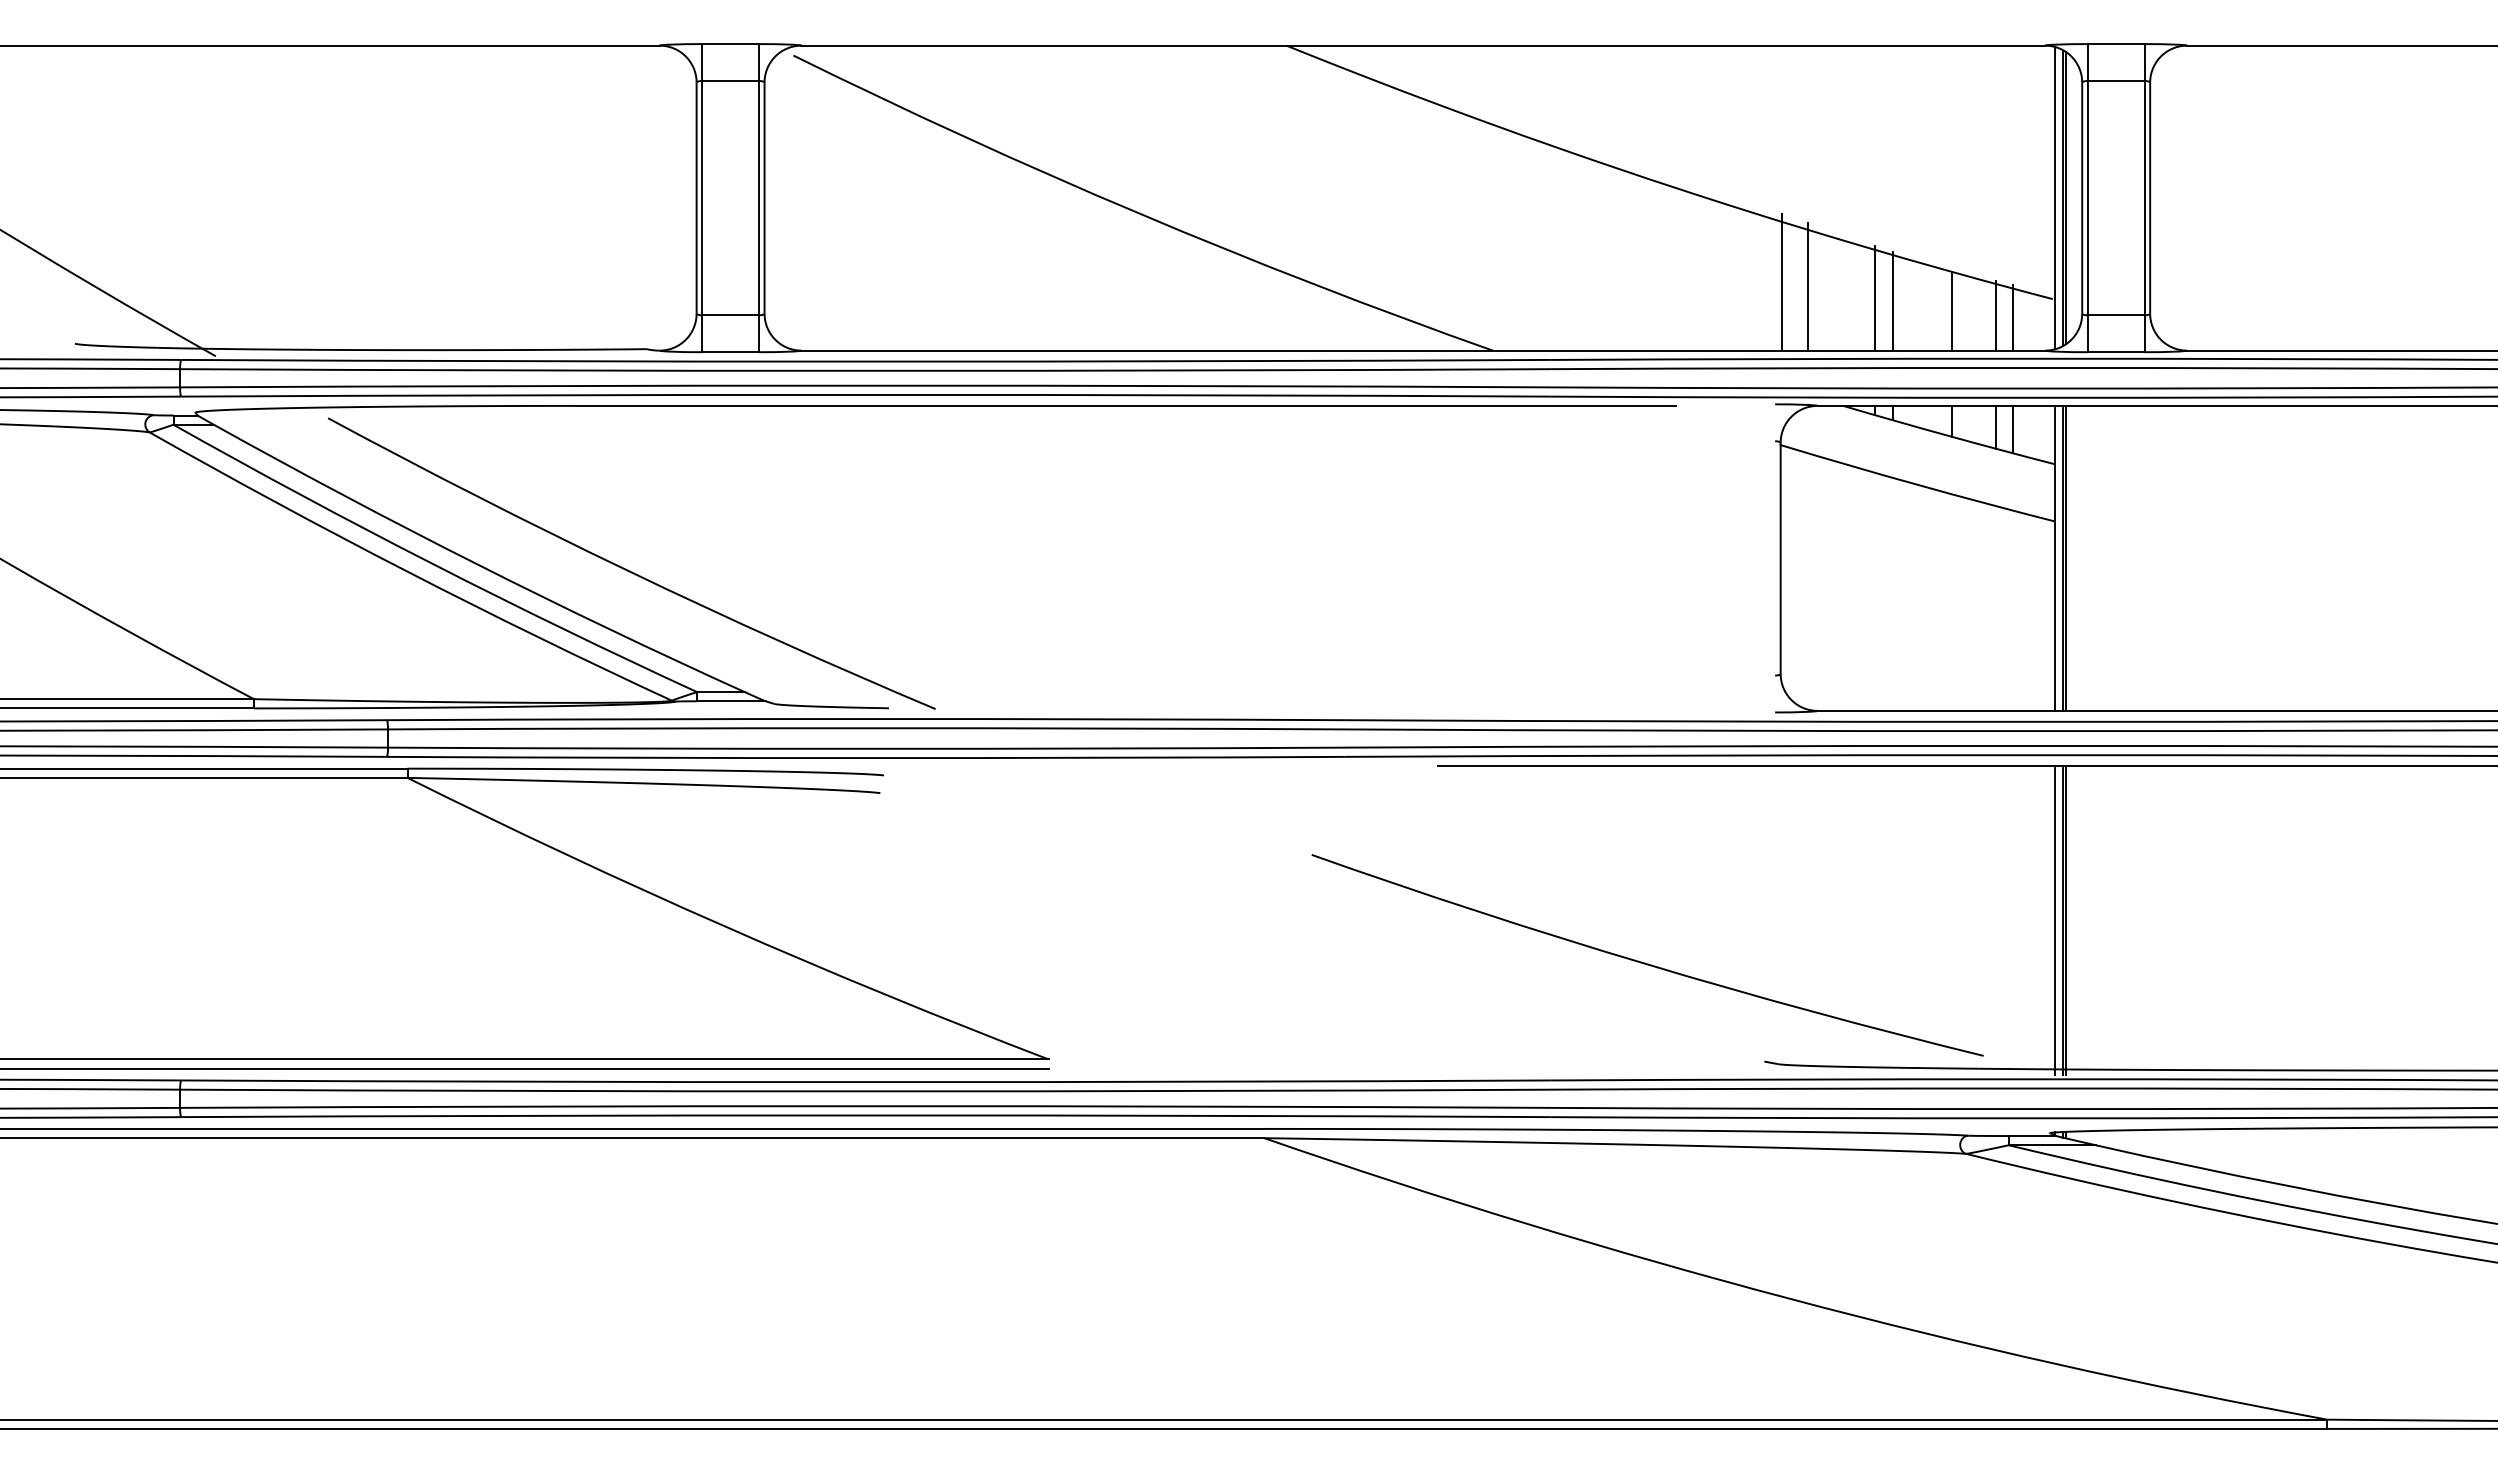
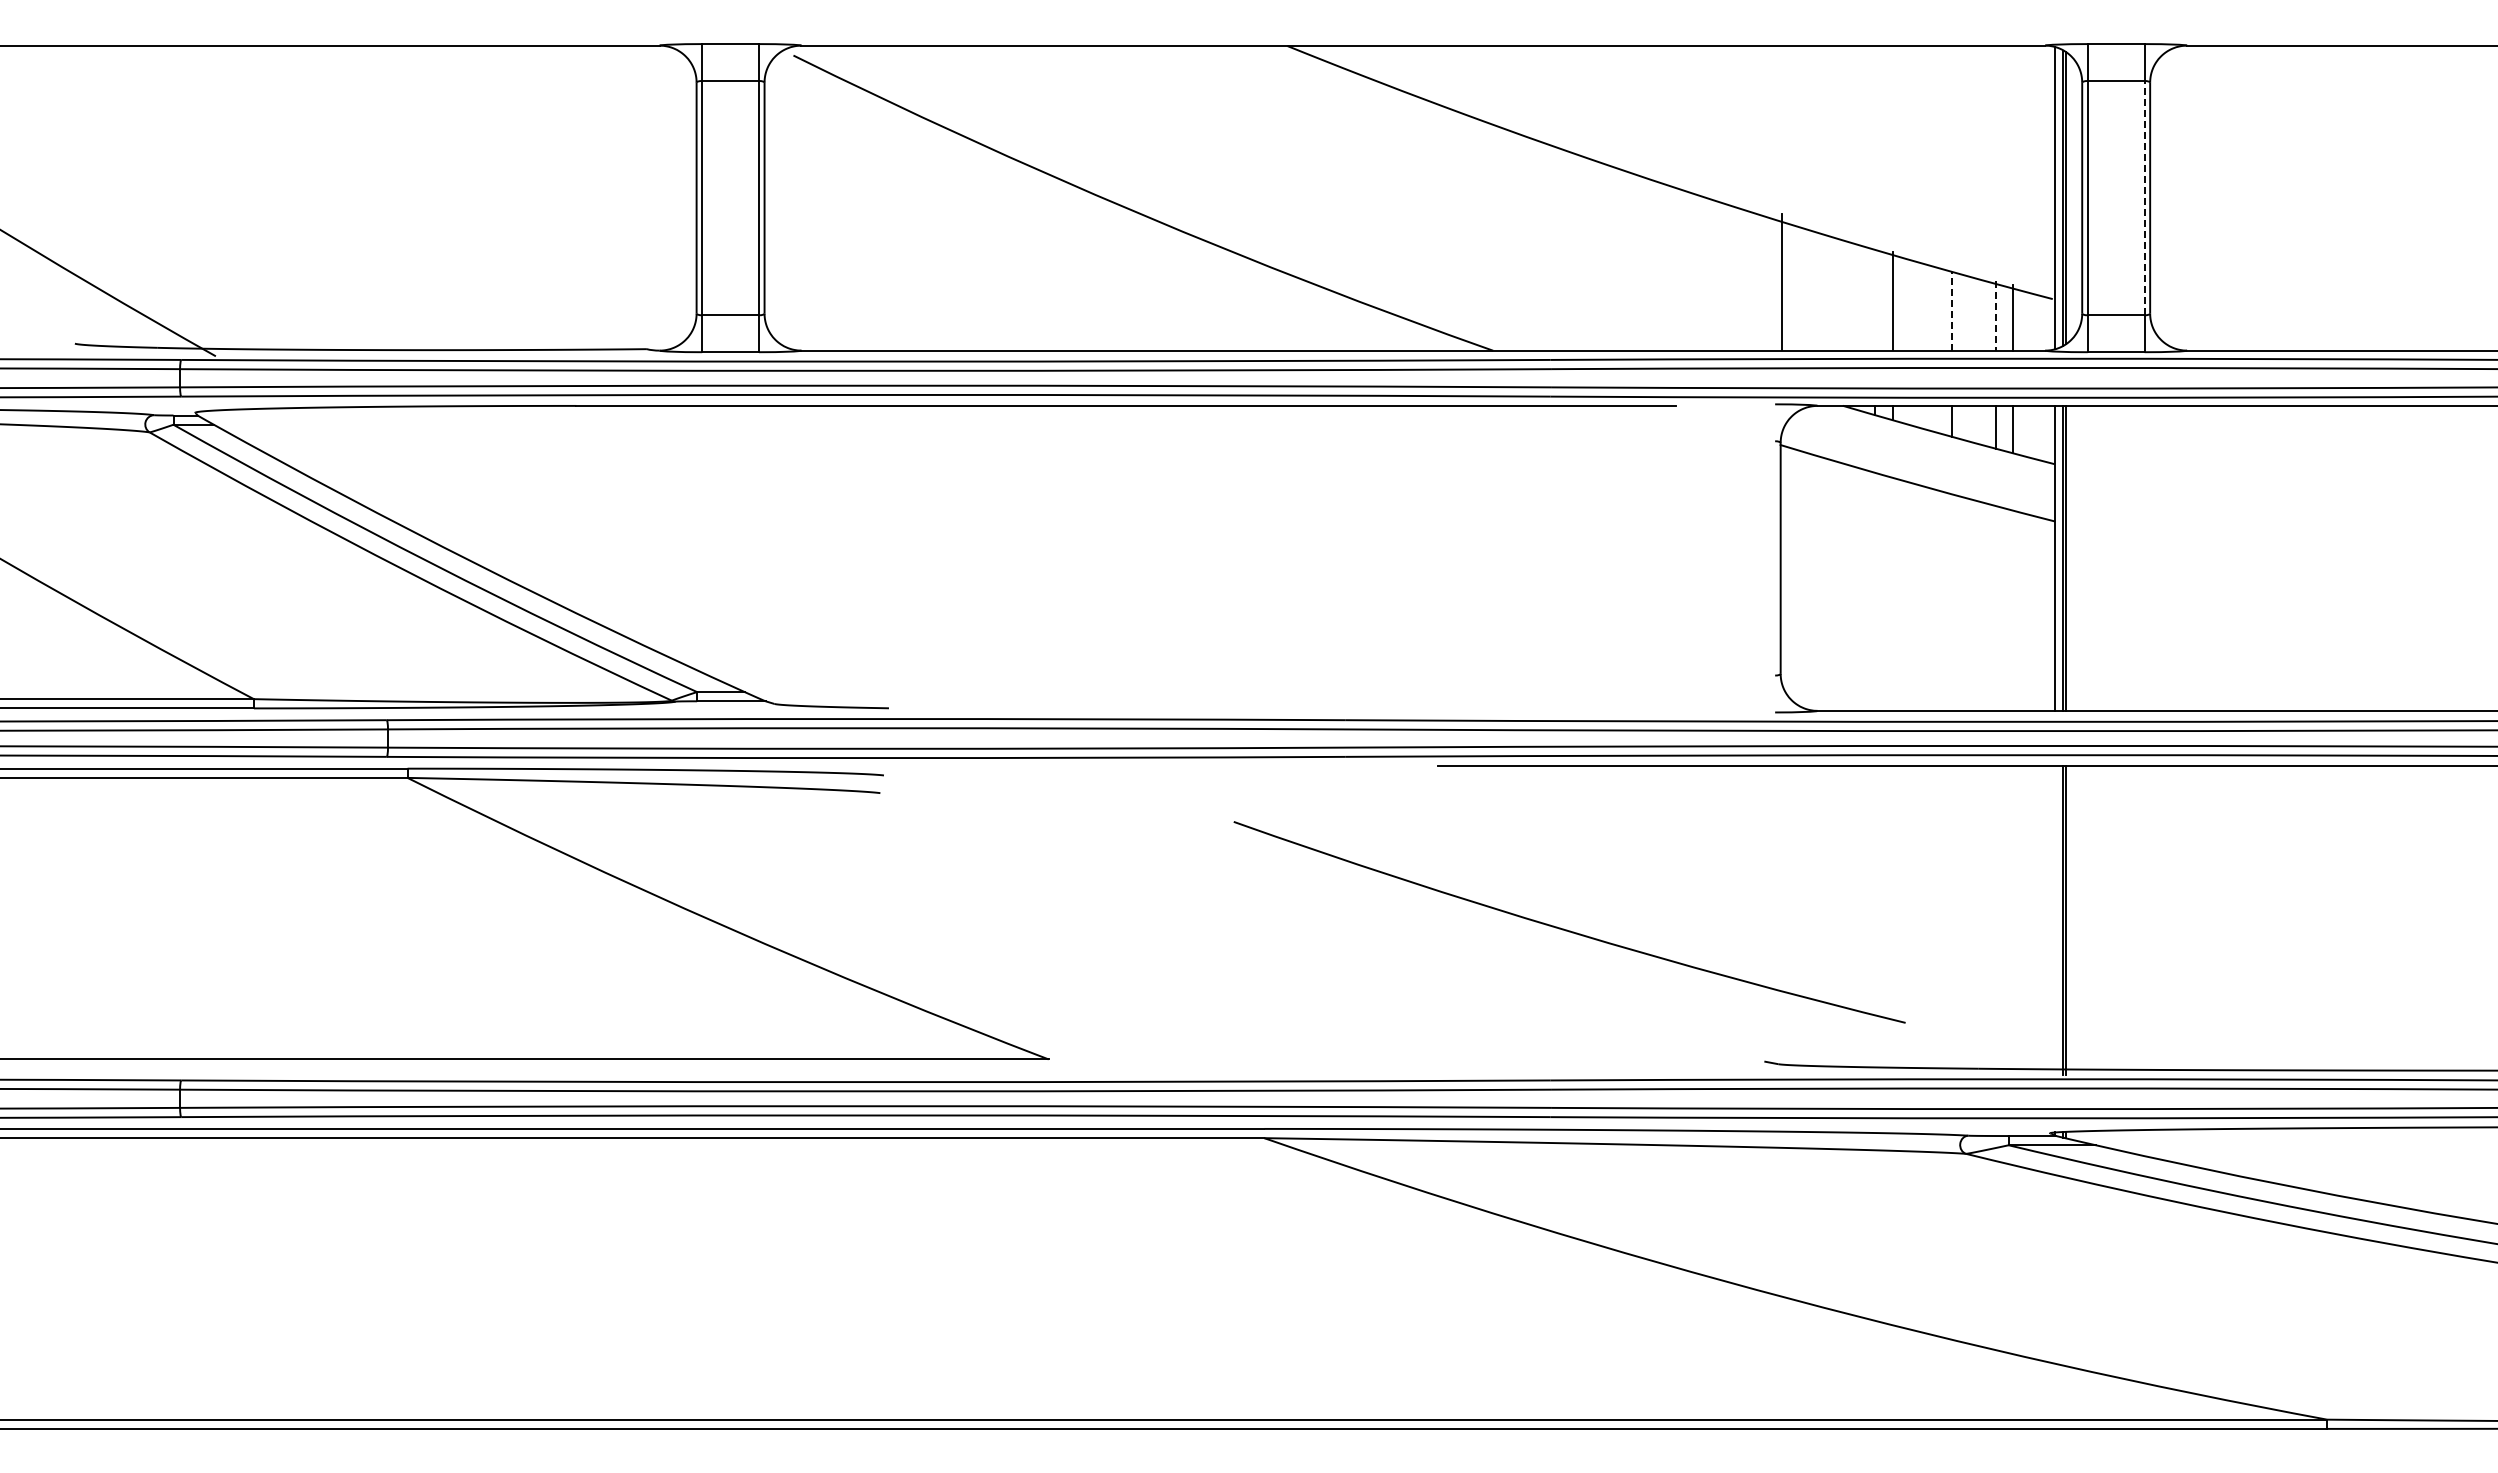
line at (2144, 197): solid -> dashed
line at (1808, 286): present -> none
line at (1874, 297): present -> none
line at (1952, 310): solid -> dashed
line at (1996, 315): solid -> dashed
arc at (628, 569): present -> none
line at (2055, 920): present -> none
arc at (1645, 962) position: (1645, 962) -> (1567, 929)
line at (525, 1068): present -> none
